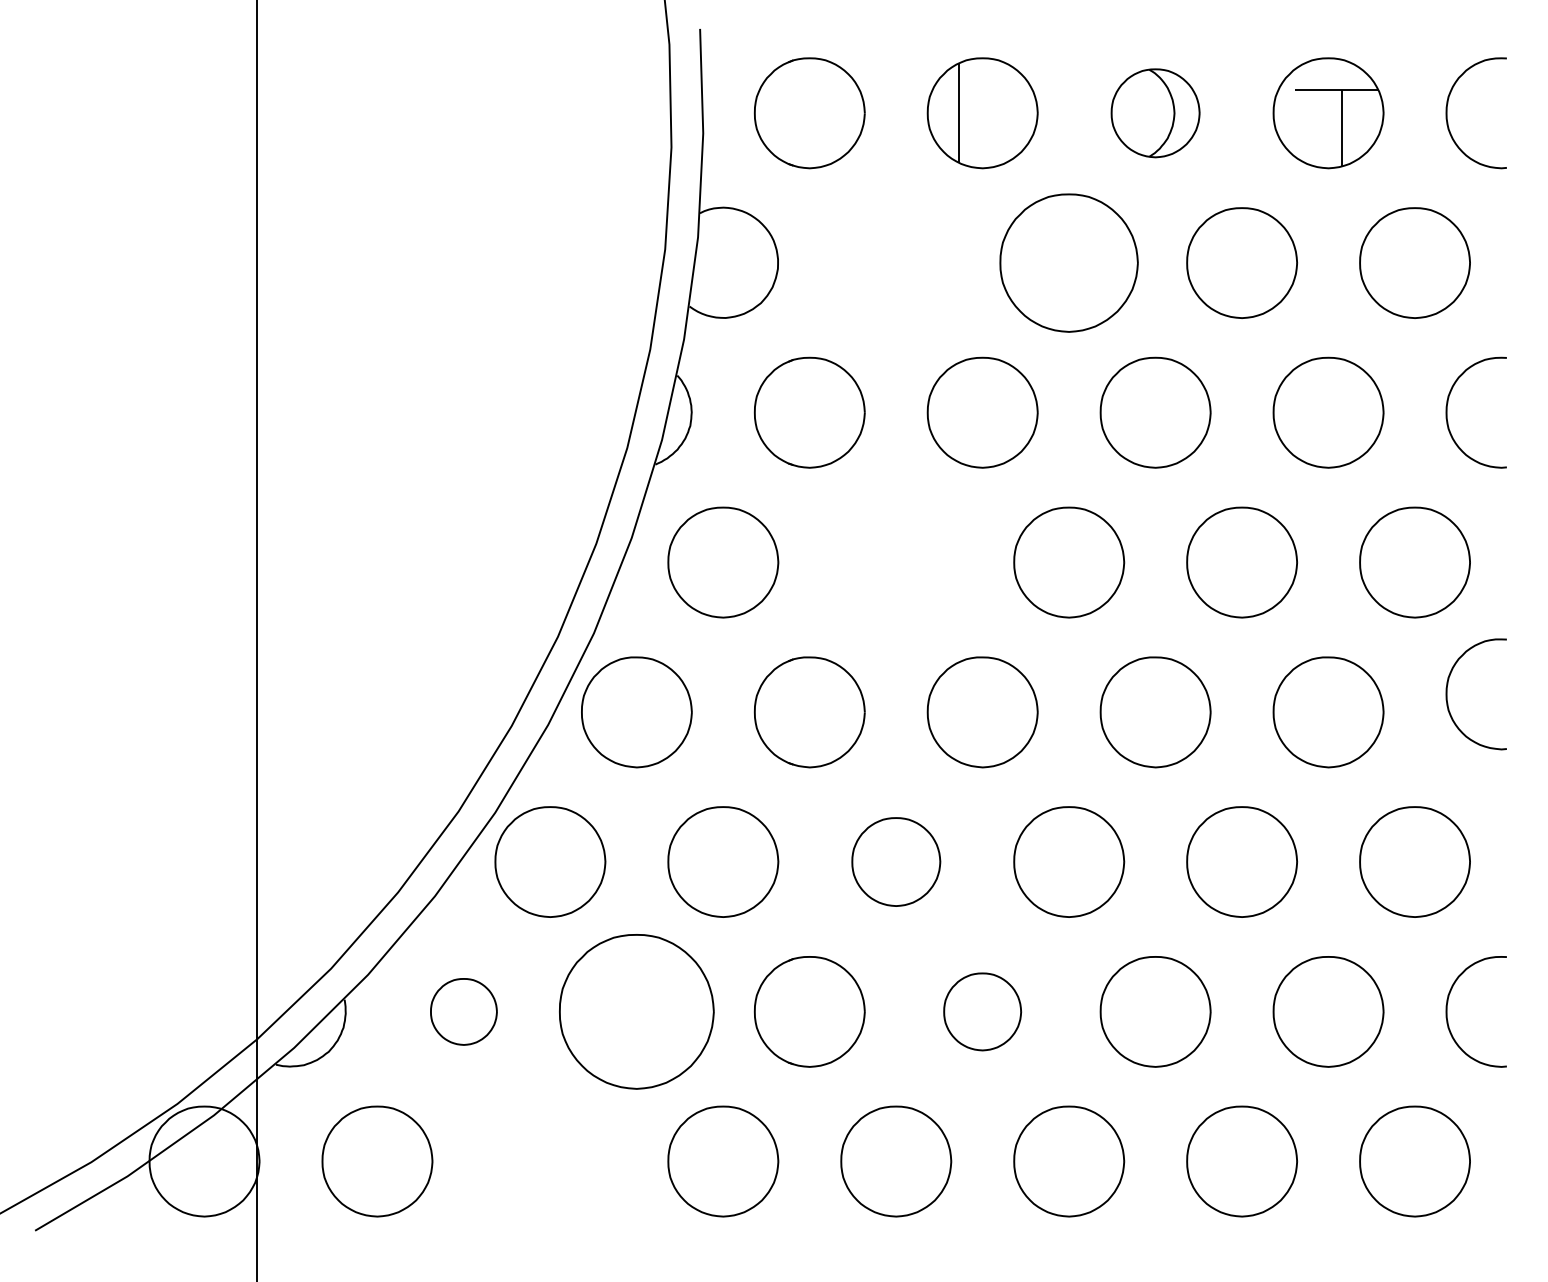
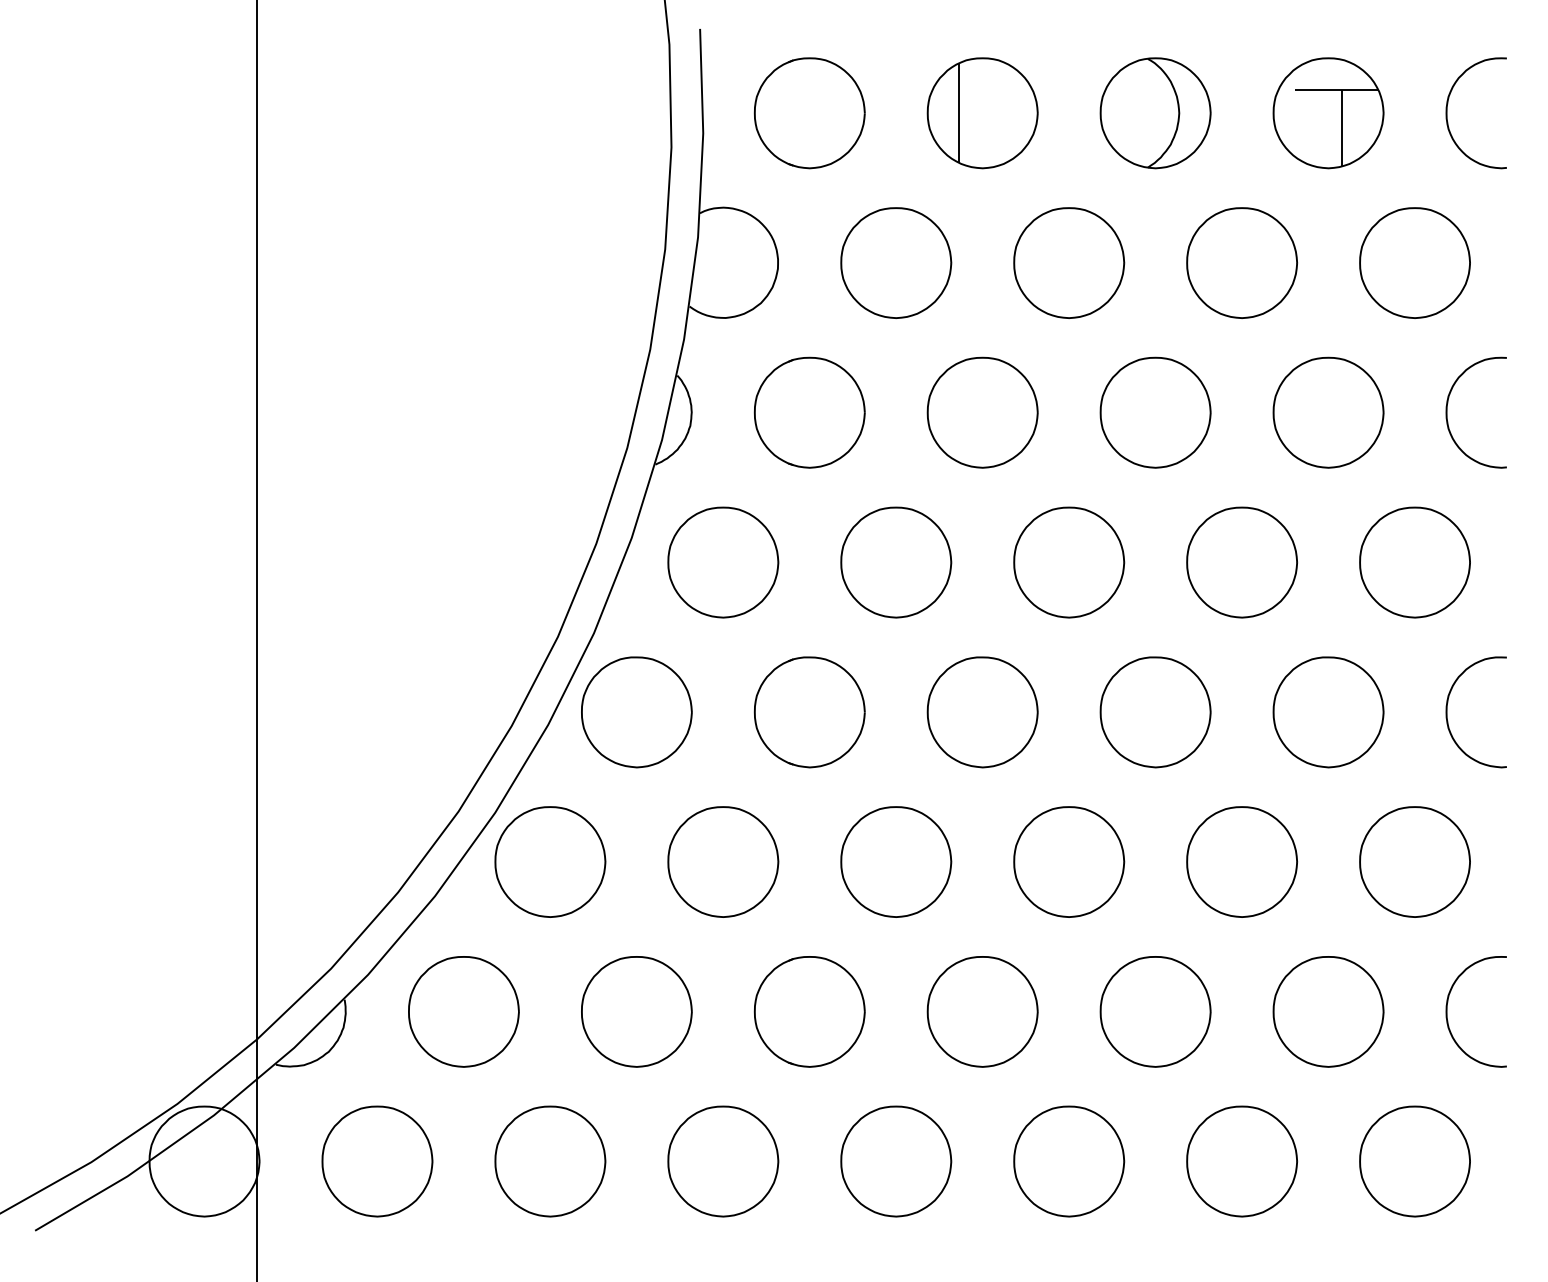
part at (1155, 113) size: 91x91 px -> 113x113 px
part at (896, 262): none -> present
part at (1068, 262) size: 140x140 px -> 113x112 px
part at (896, 562): none -> present
curve at (1447, 694) position: (1447, 694) -> (1447, 712)
part at (896, 861) size: 91x90 px -> 113x112 px
part at (463, 1011) size: 68x68 px -> 112x112 px
part at (636, 1011) size: 156x156 px -> 112x112 px
part at (982, 1011) size: 80x80 px -> 113x112 px
part at (550, 1161): none -> present
